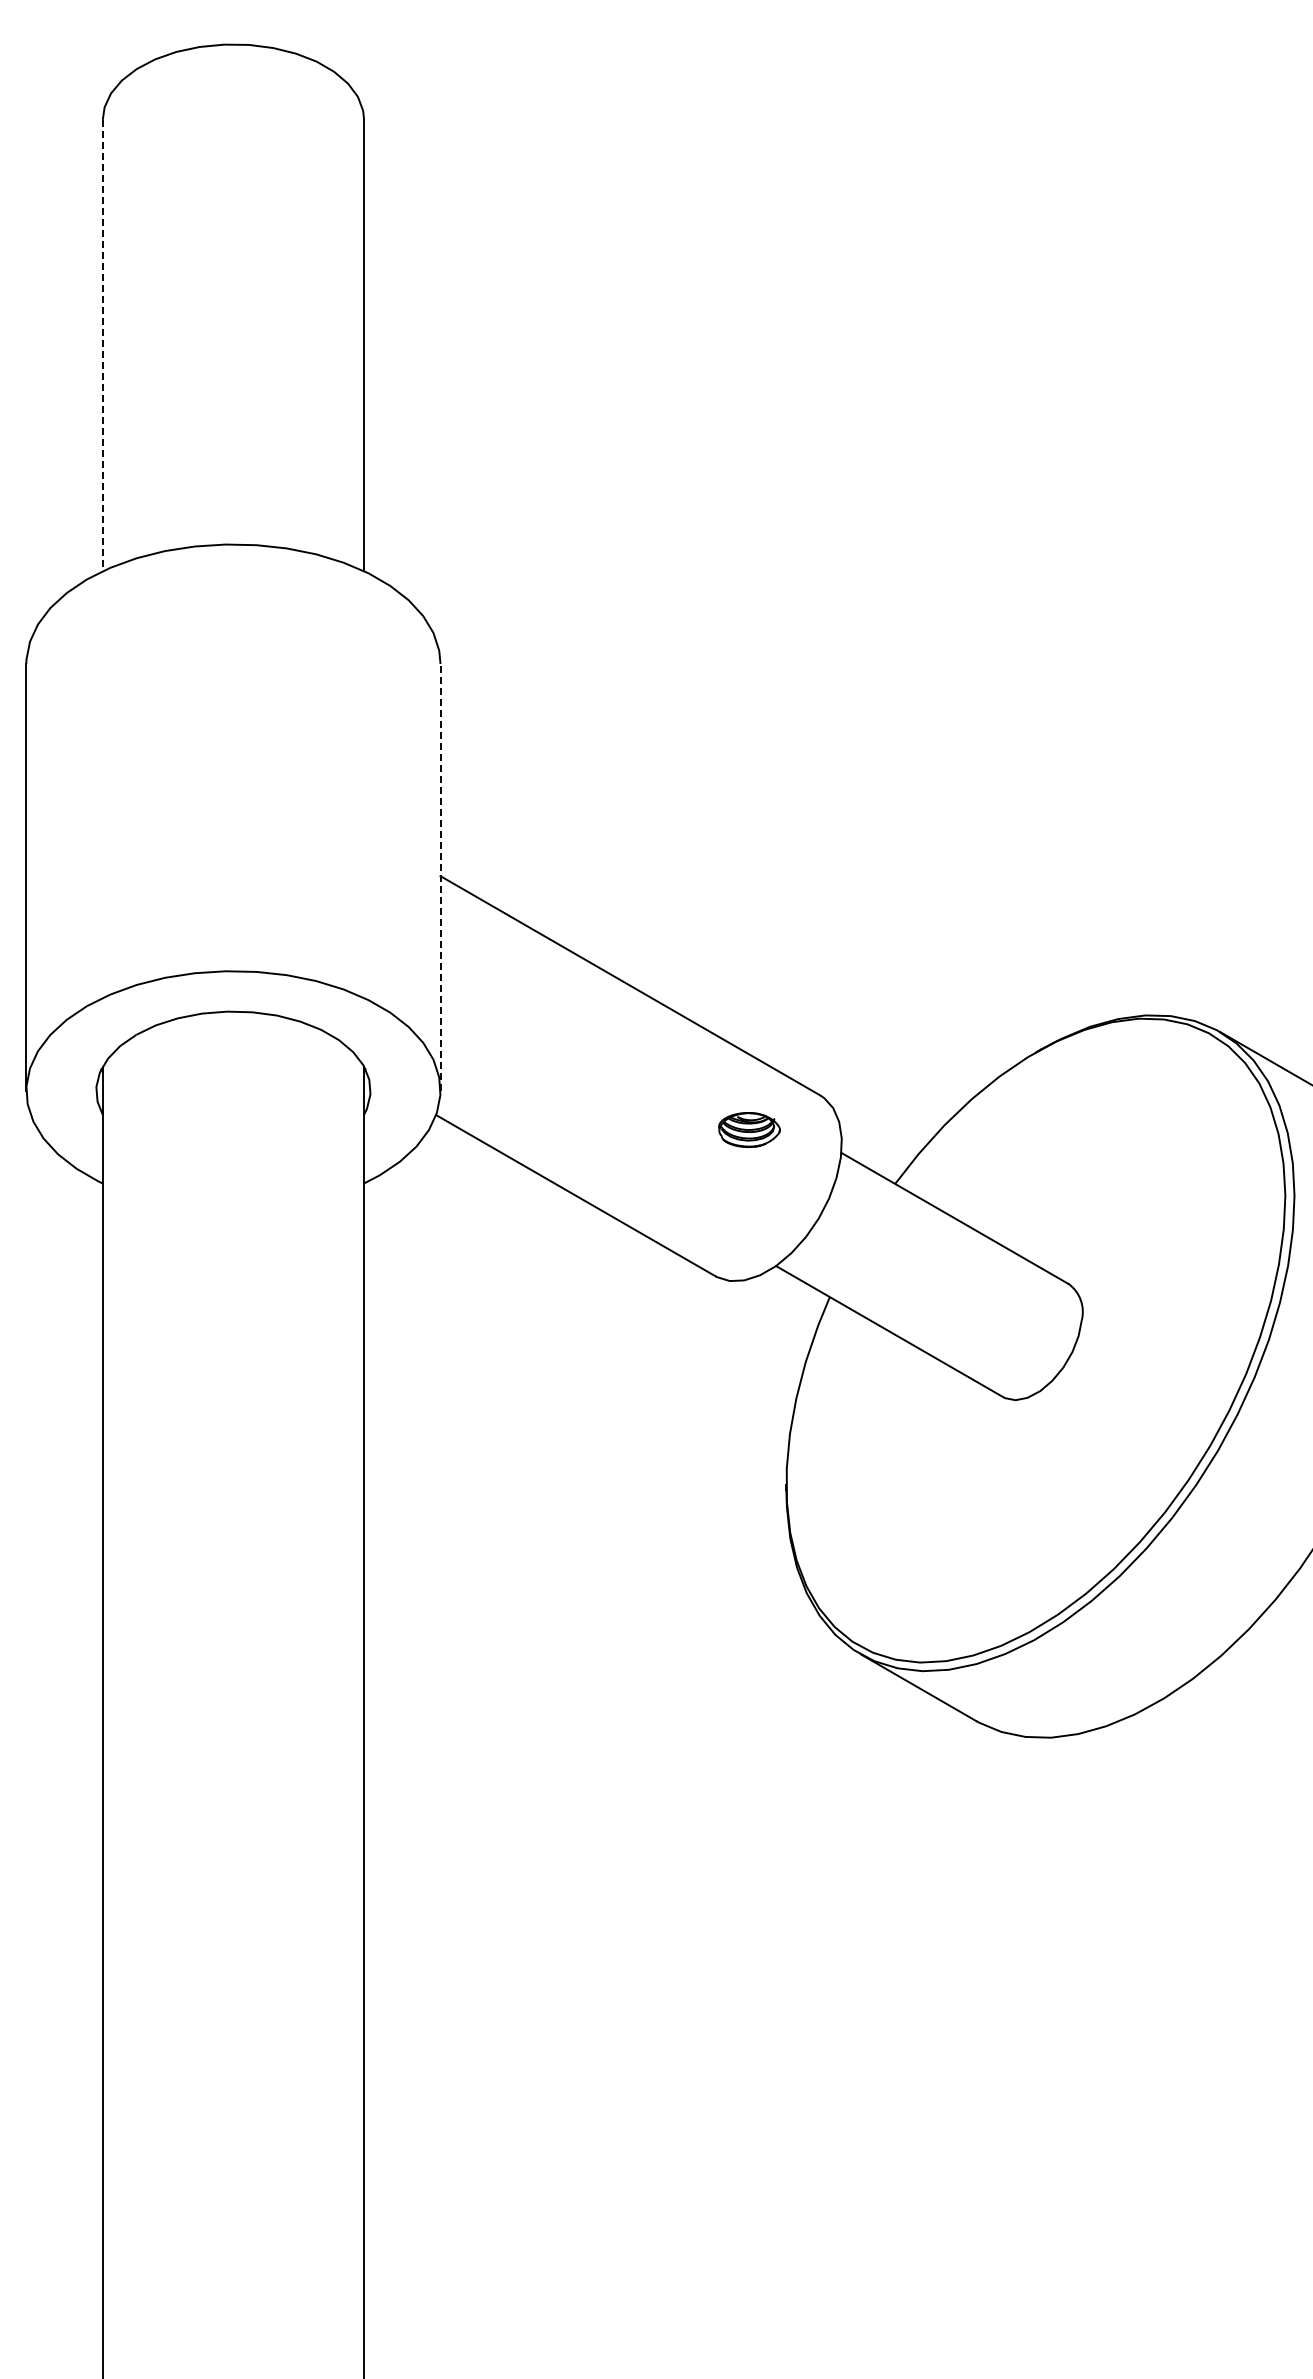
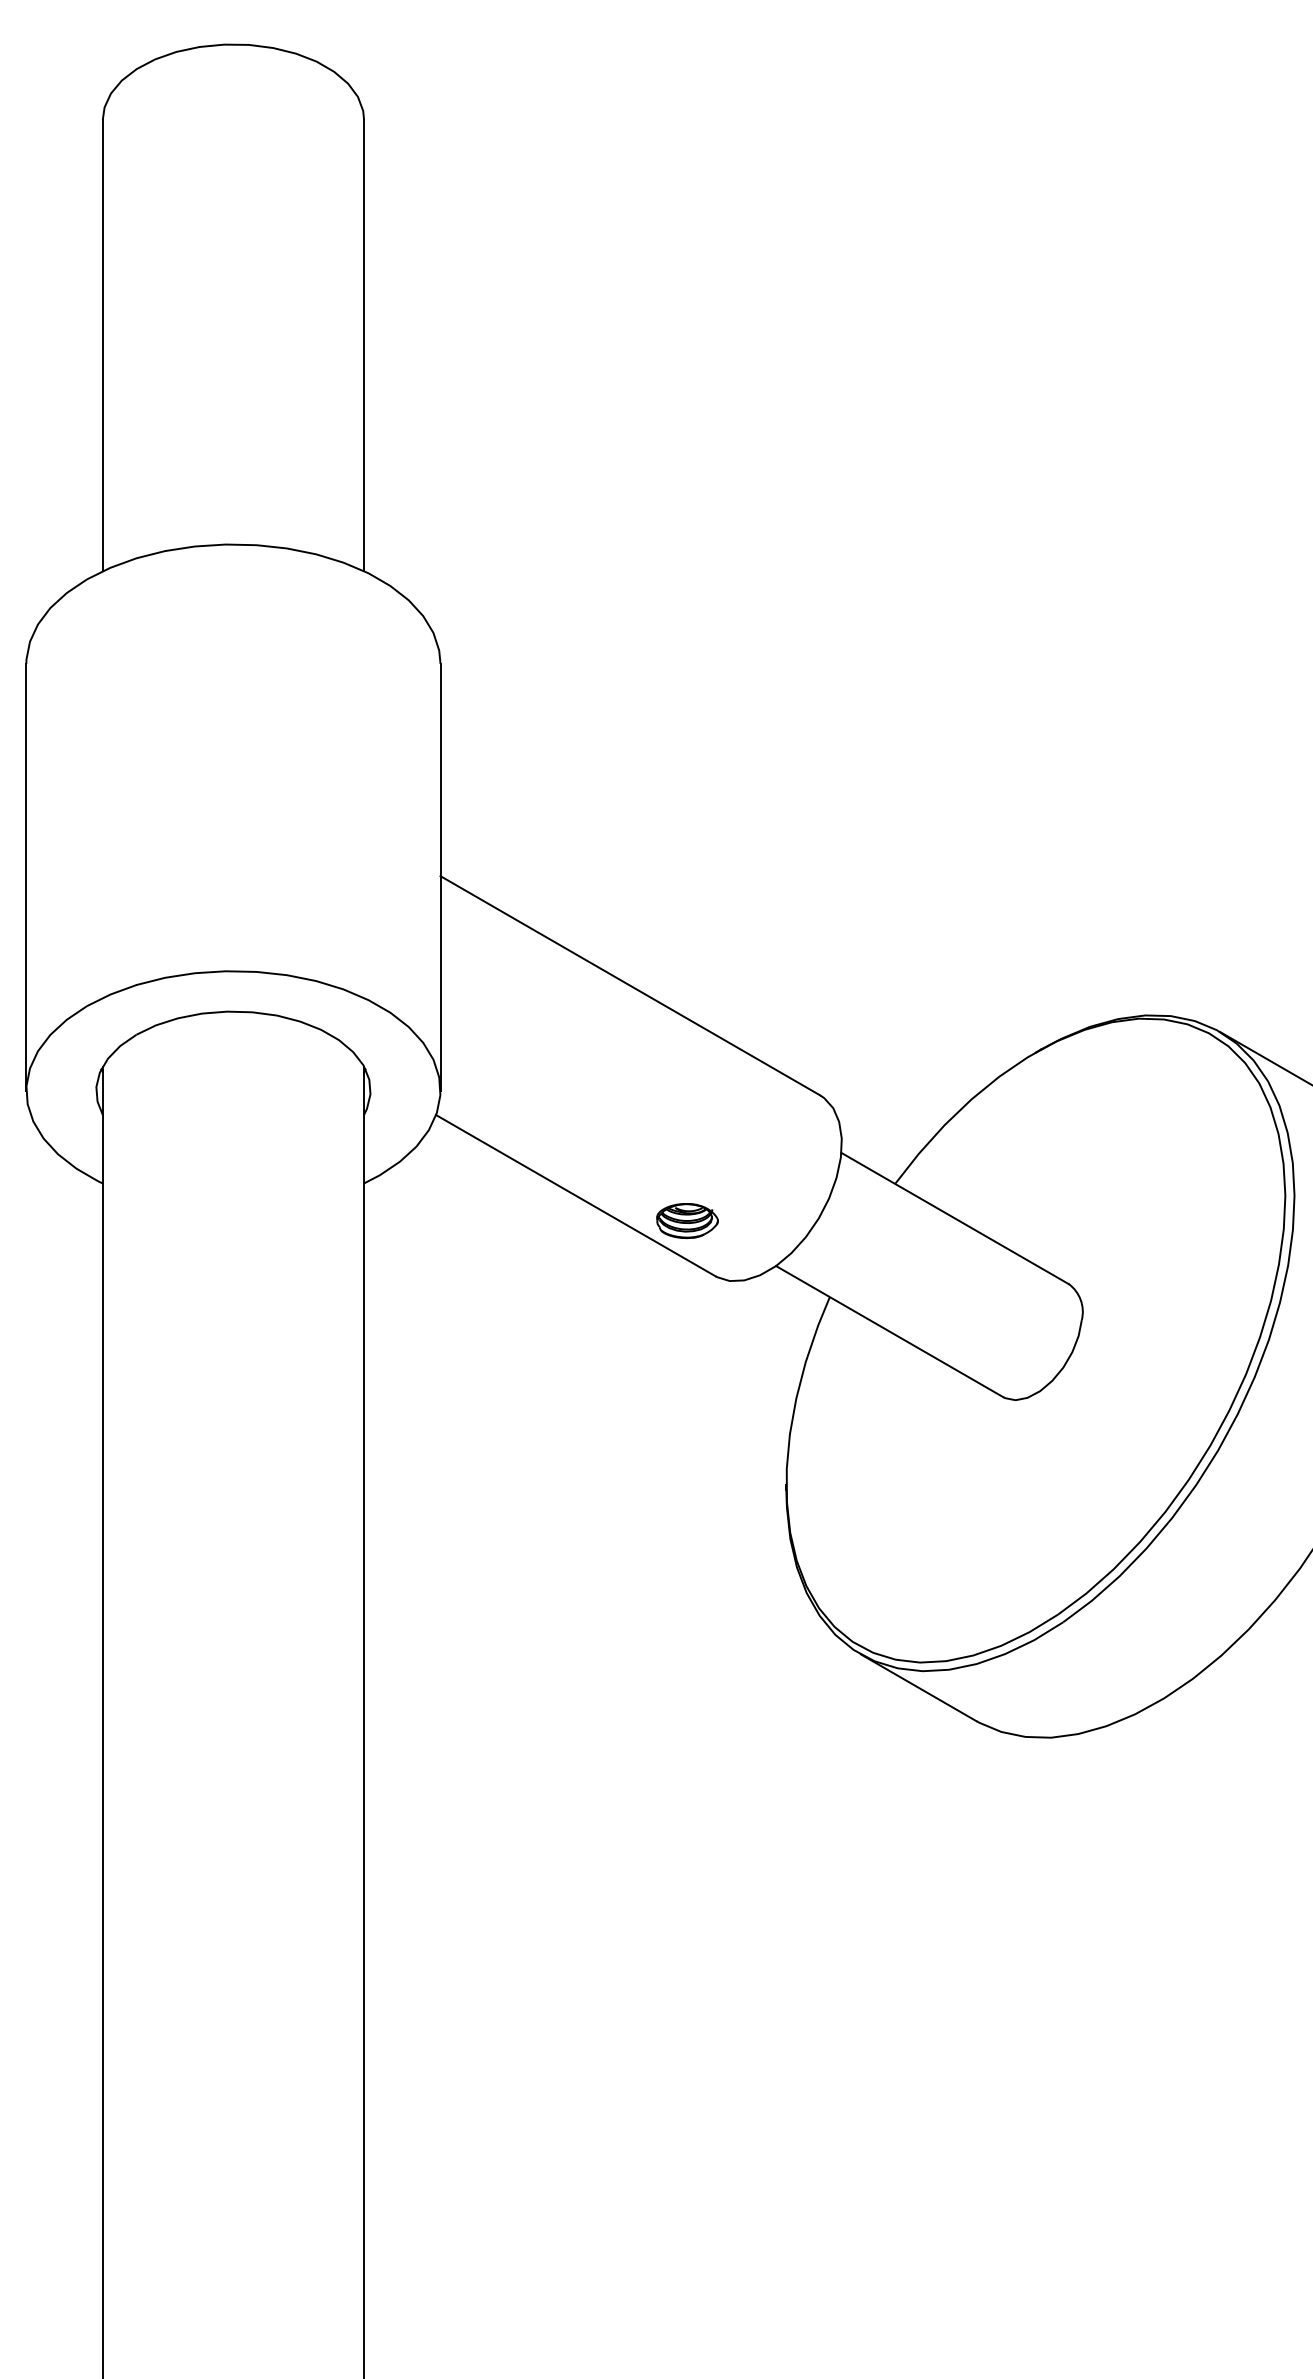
line at (102, 345): dashed -> solid
line at (440, 876): dashed -> solid
part at (749, 1129) position: (749, 1129) -> (687, 1220)
